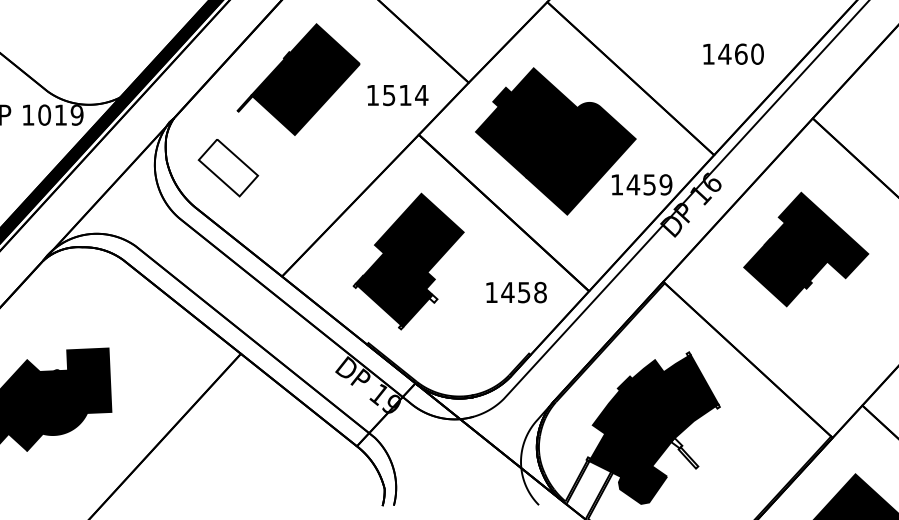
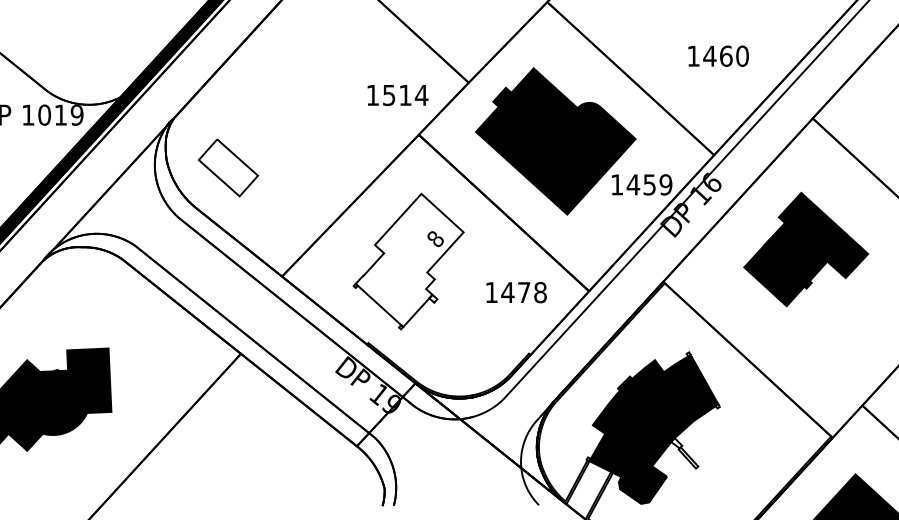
text at (733, 53) position: (733, 53) -> (718, 55)
part at (298, 79): present -> none
fill at (409, 260): present -> none
text at (524, 292): 1458 -> 1478
